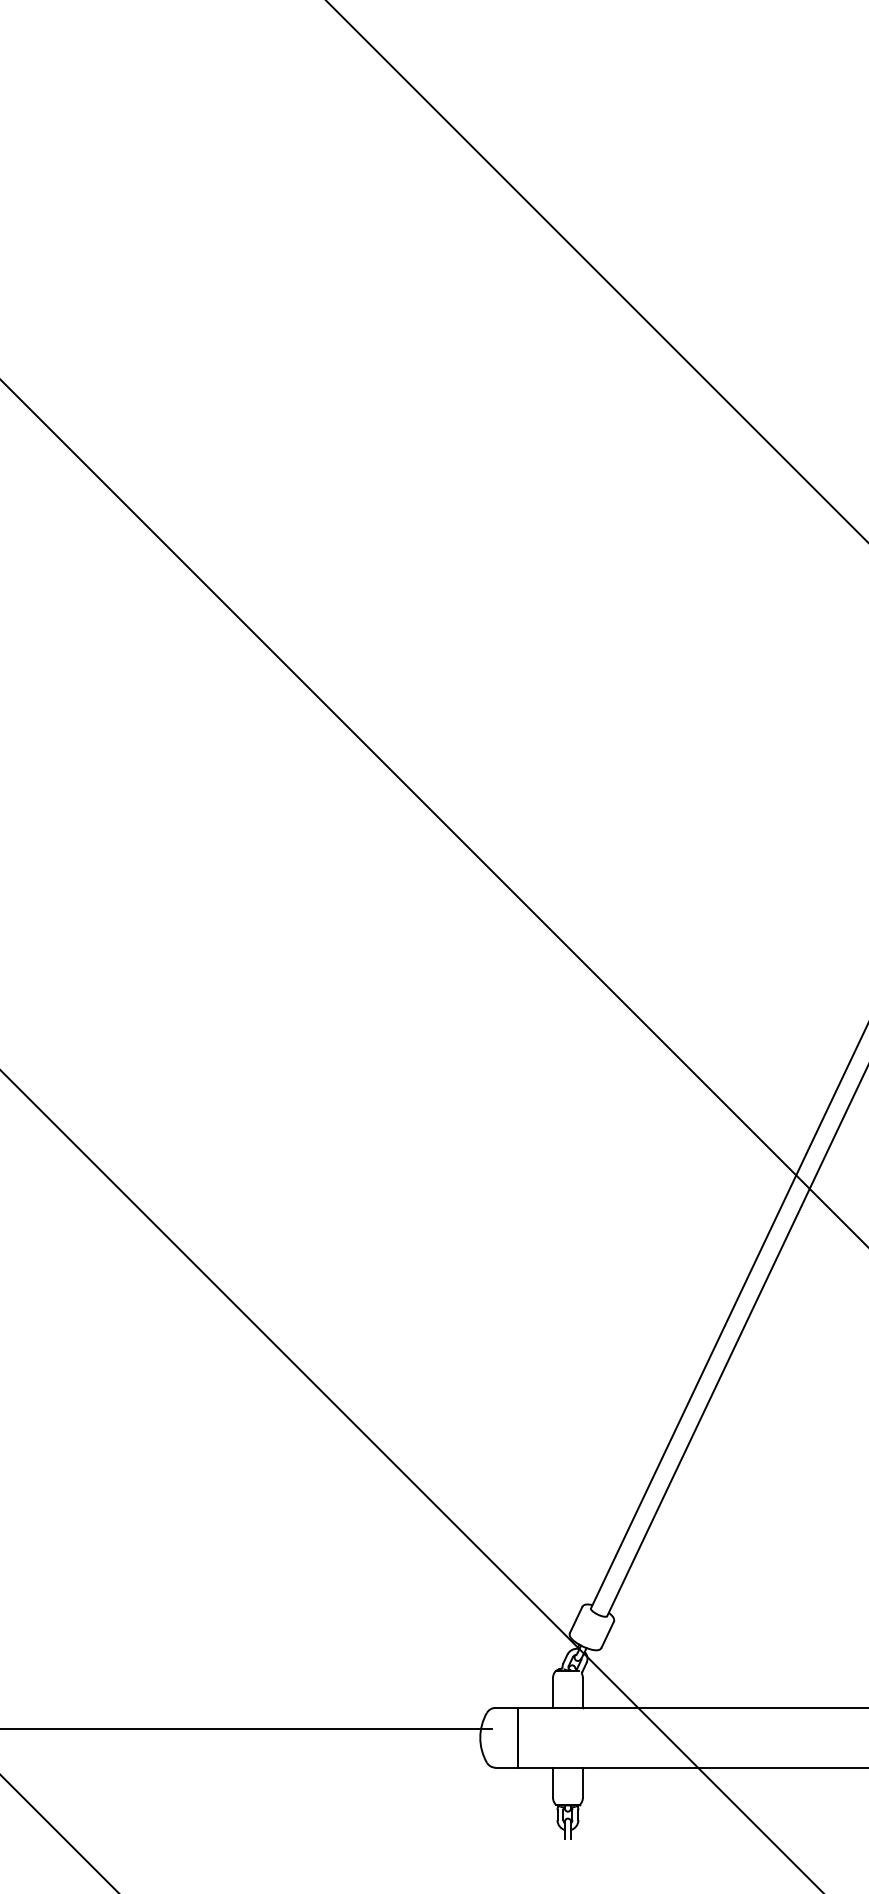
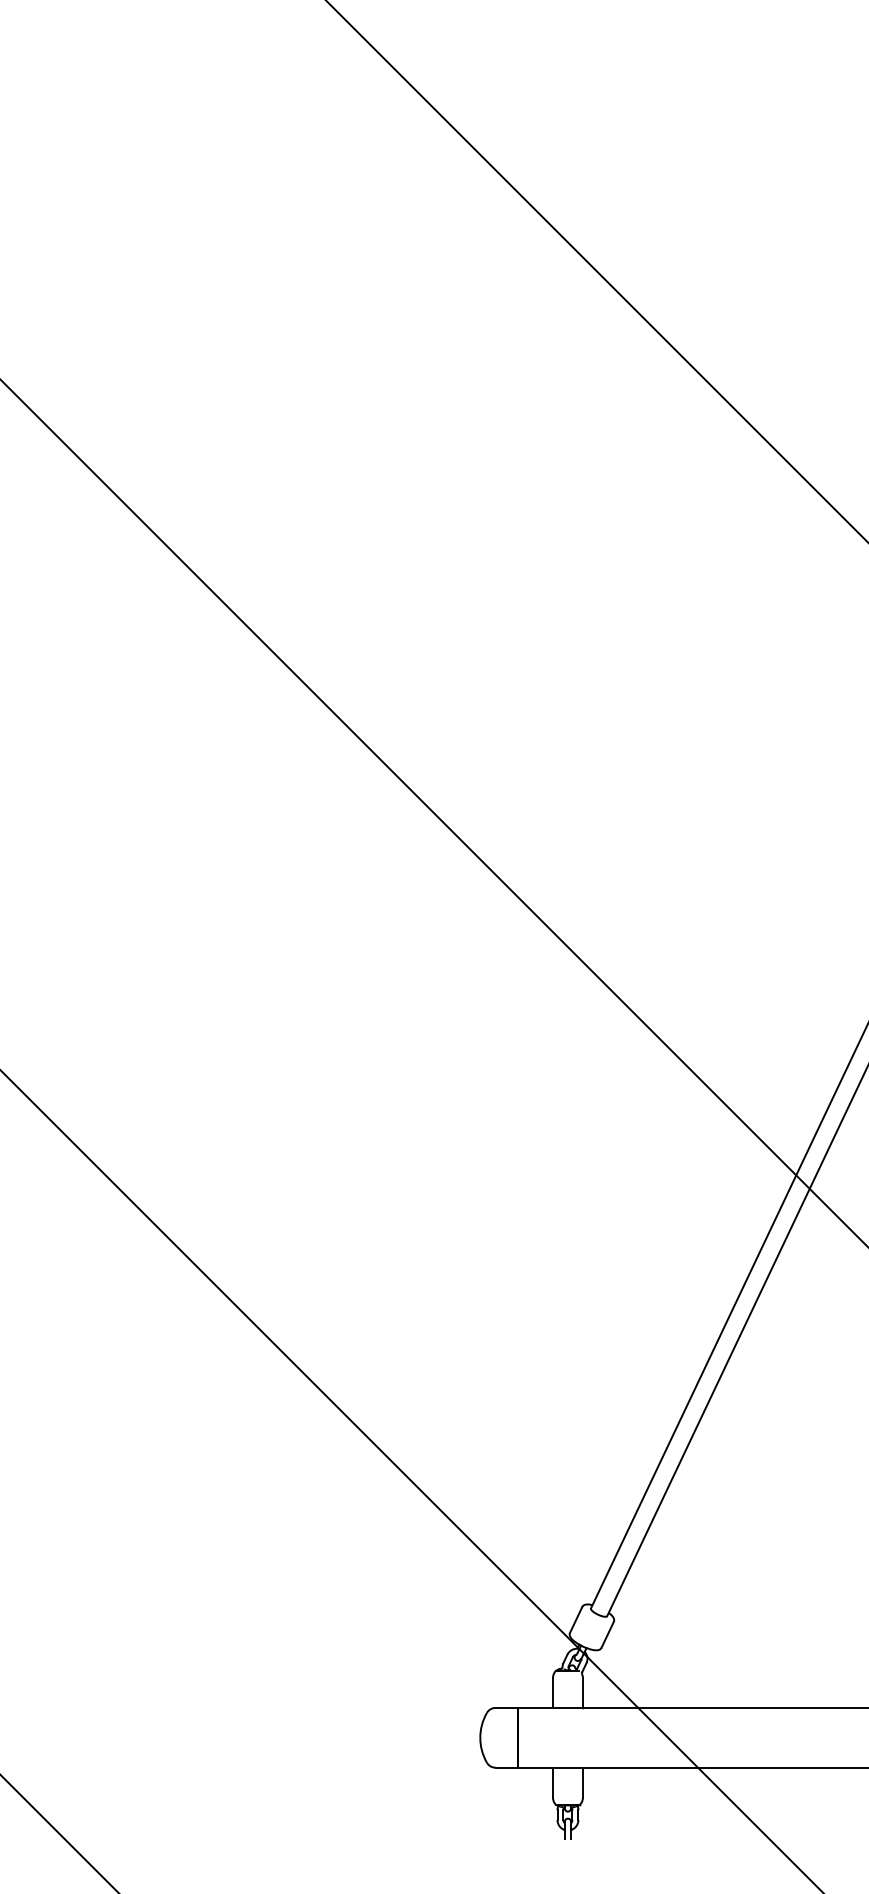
line at (246, 1729): present -> none
